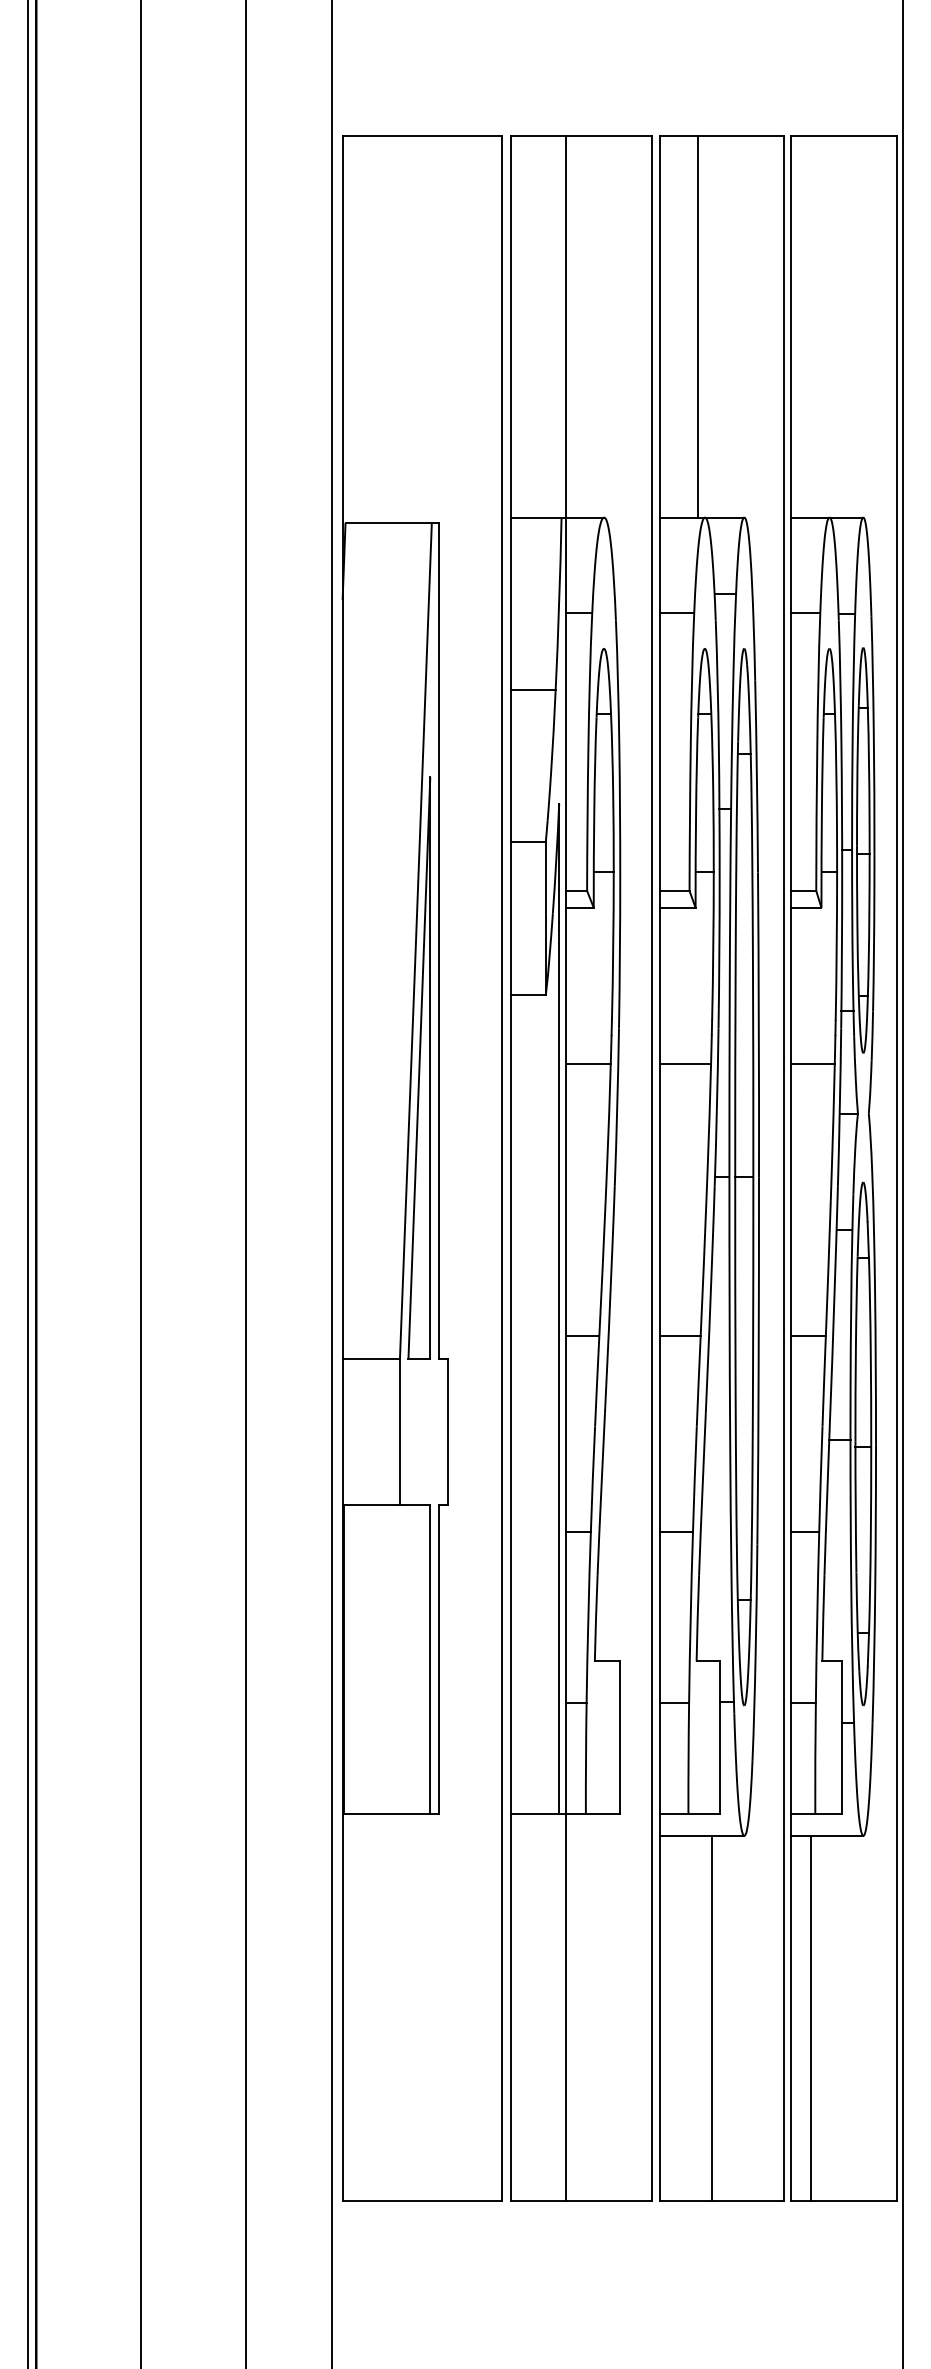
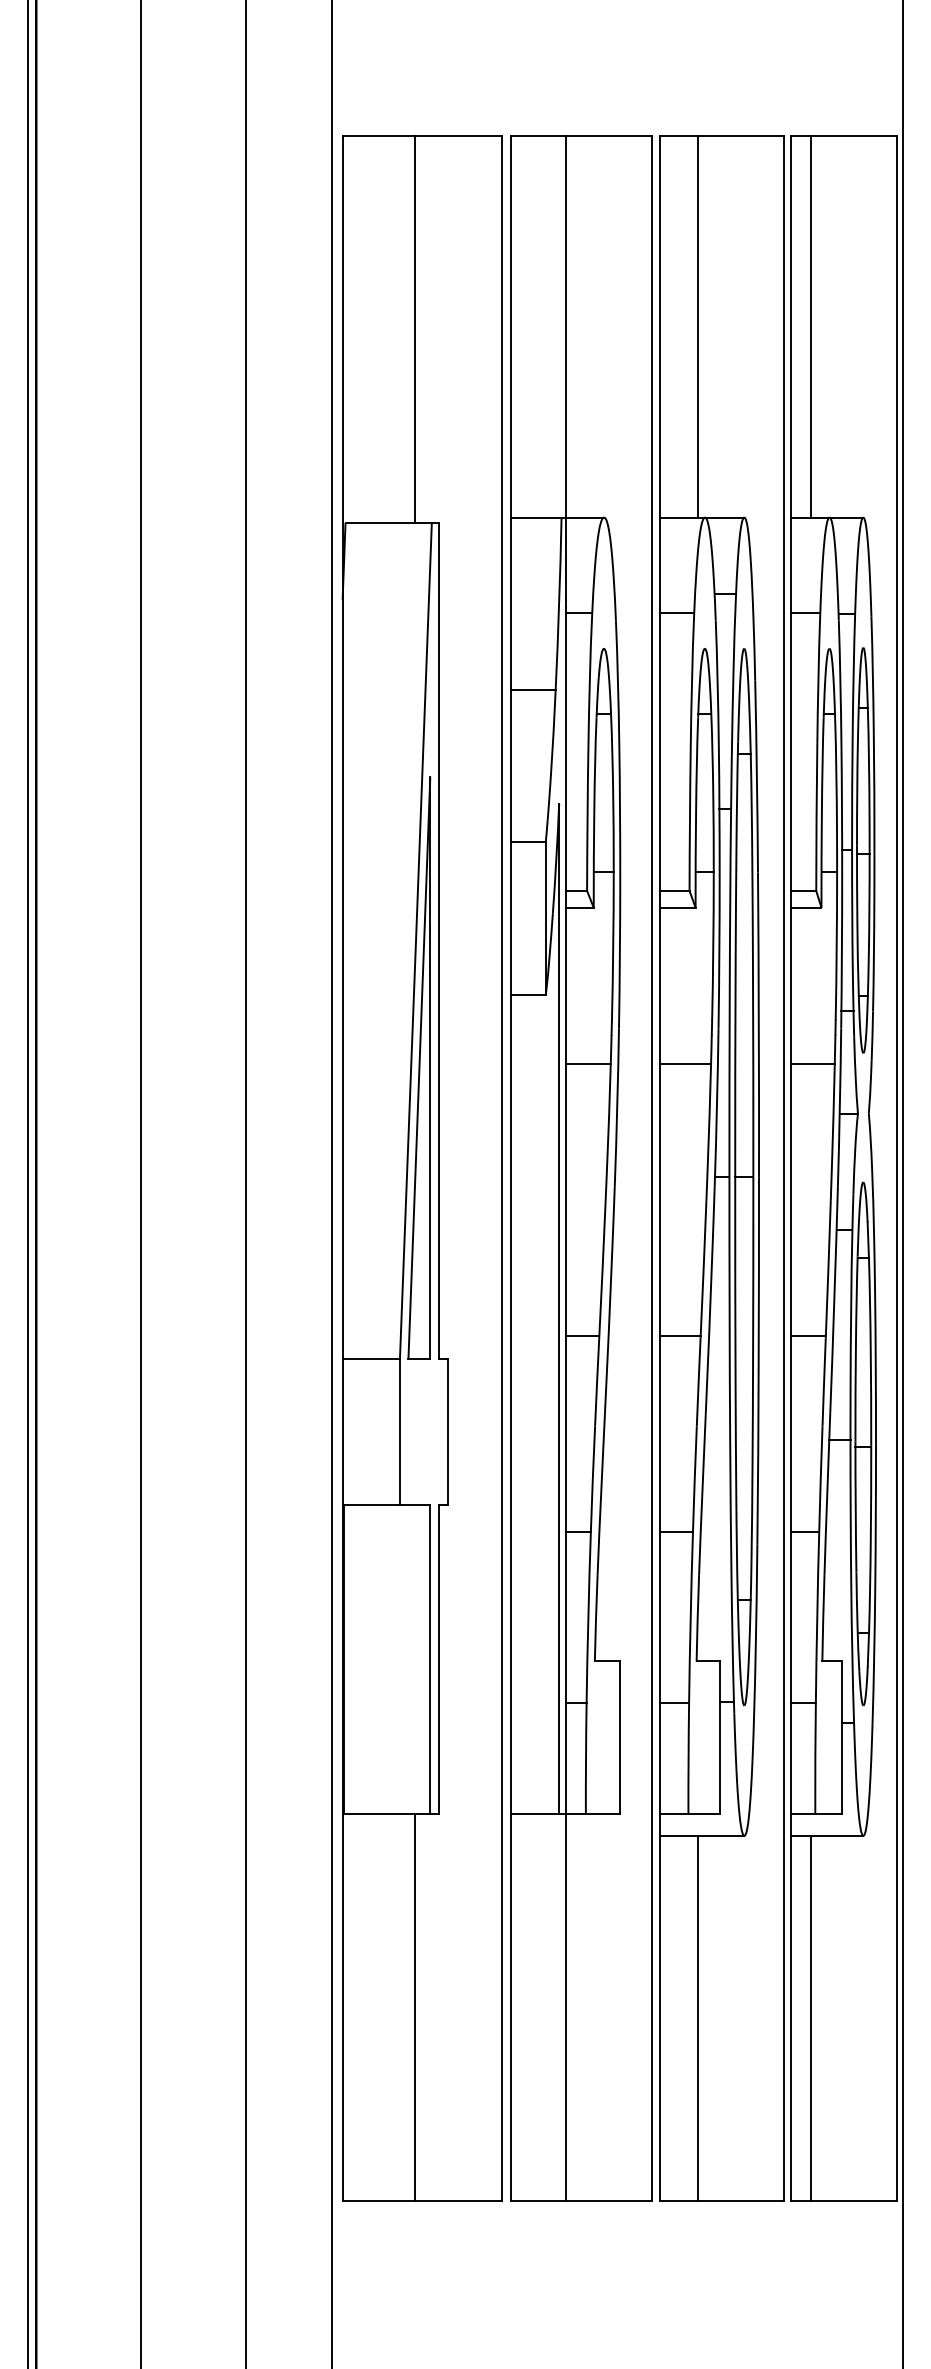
line at (811, 326): none -> present
line at (415, 328): none -> present
line at (415, 2007): none -> present
line at (711, 2018) position: (711, 2018) -> (697, 2018)
